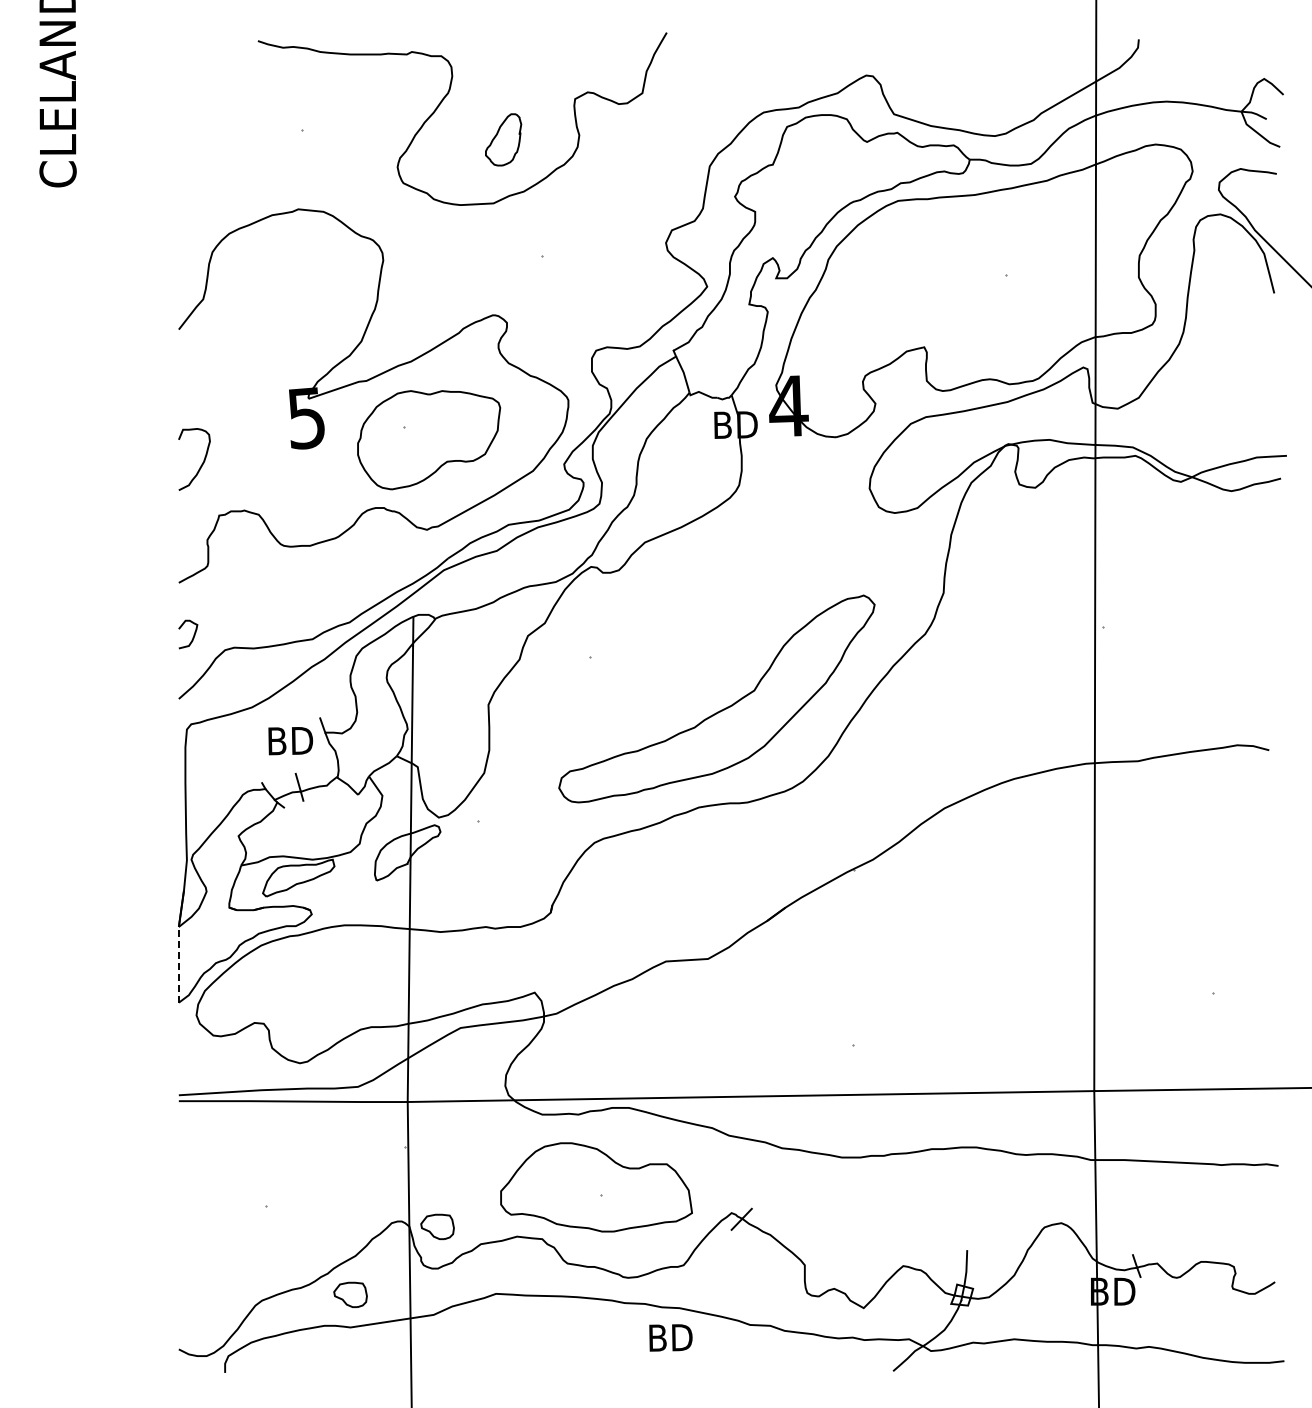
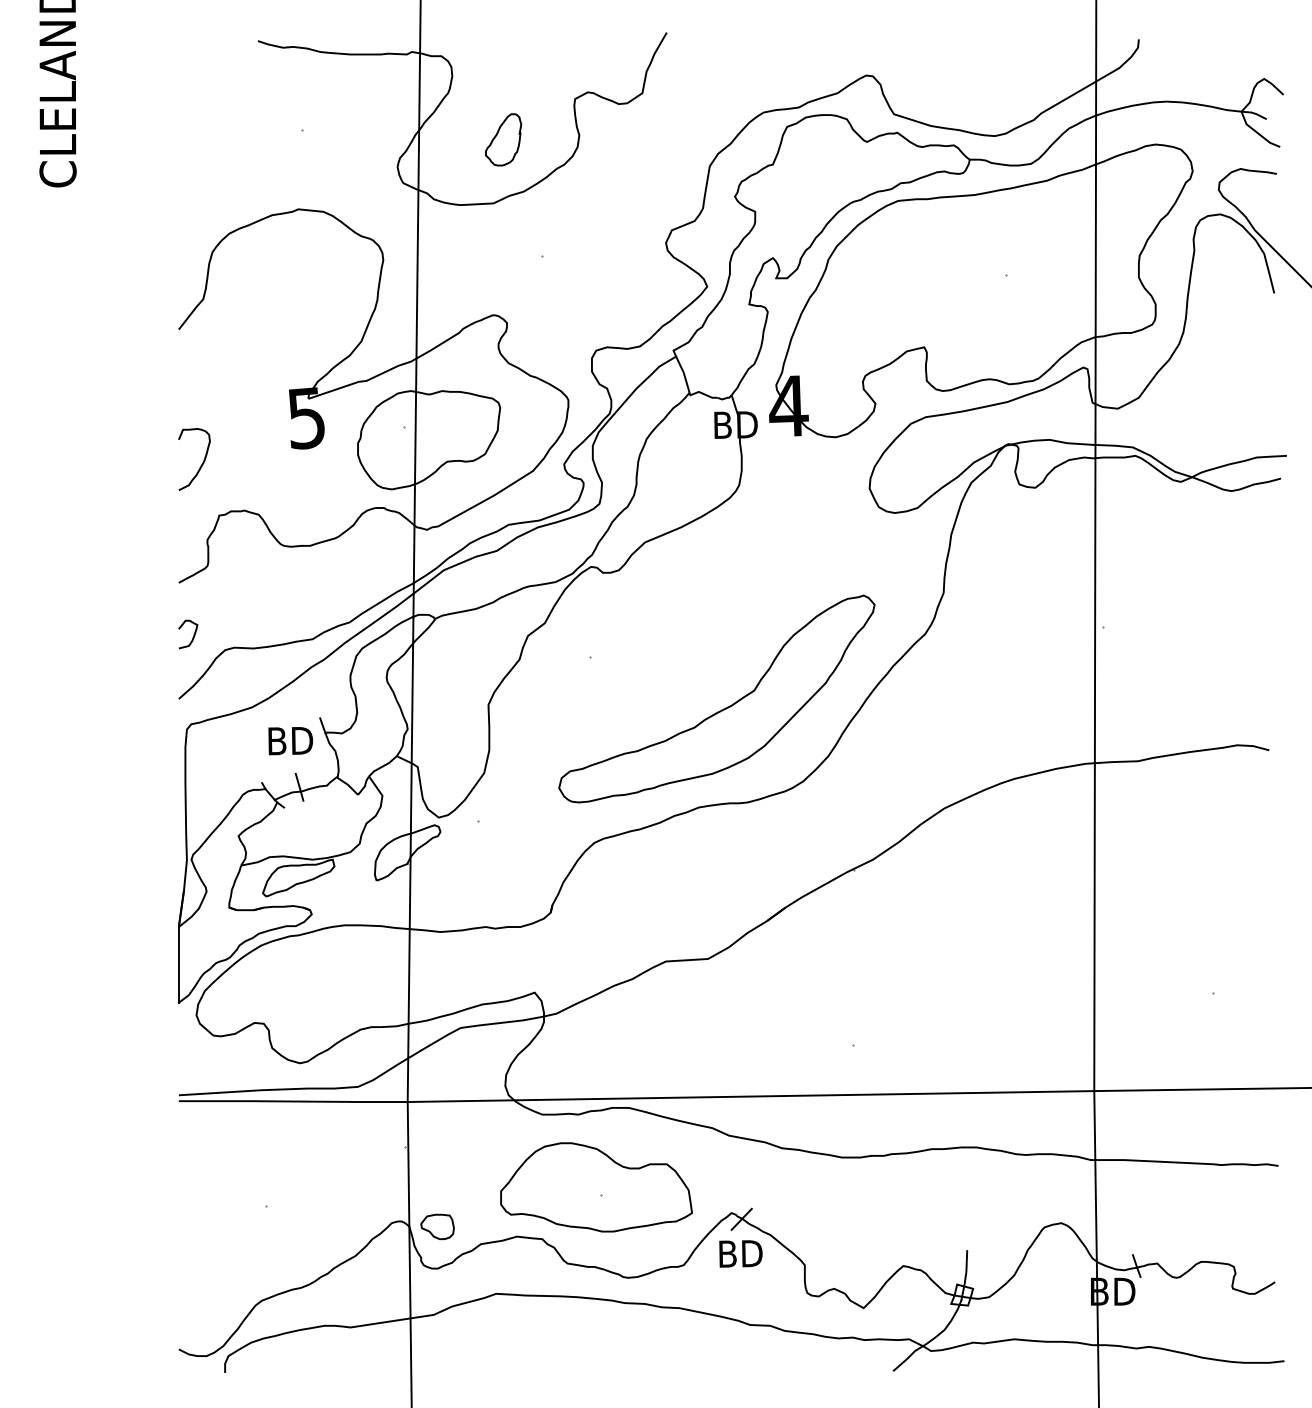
line at (416, 309): none -> present
line at (178, 964): dashed -> solid
part at (350, 1294): present -> none
text at (670, 1337) position: (670, 1337) -> (740, 1253)
